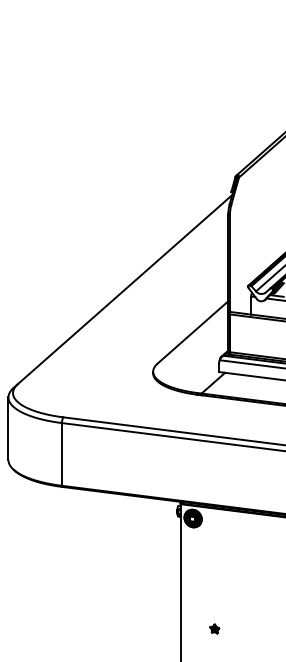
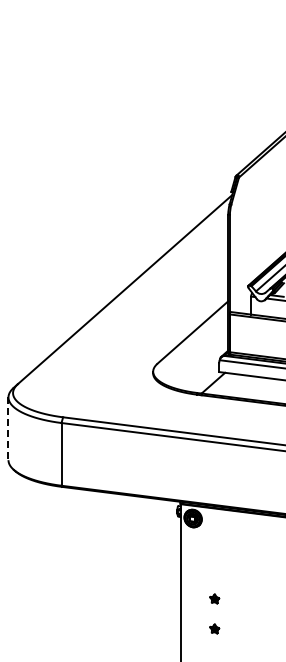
line at (8, 429): solid -> dashed
part at (214, 598): none -> present
